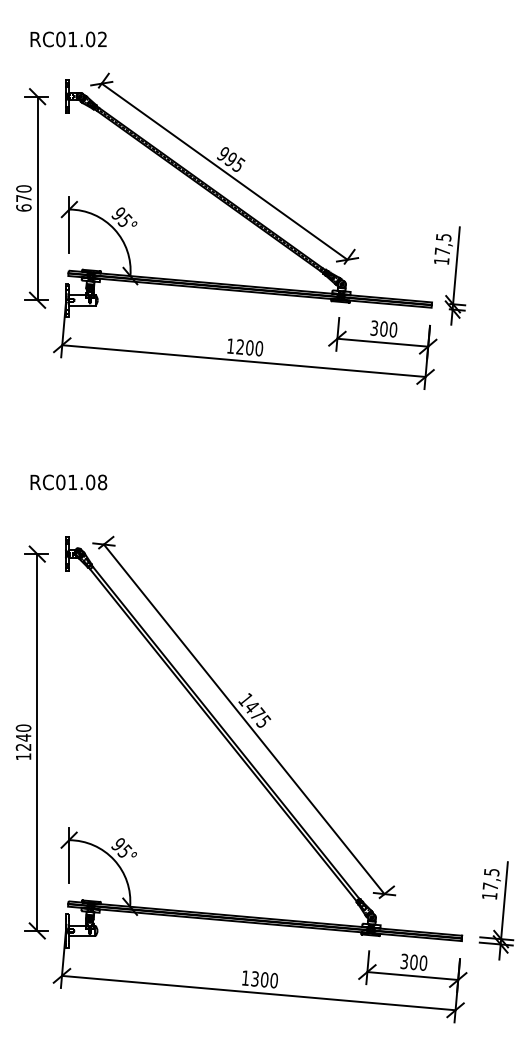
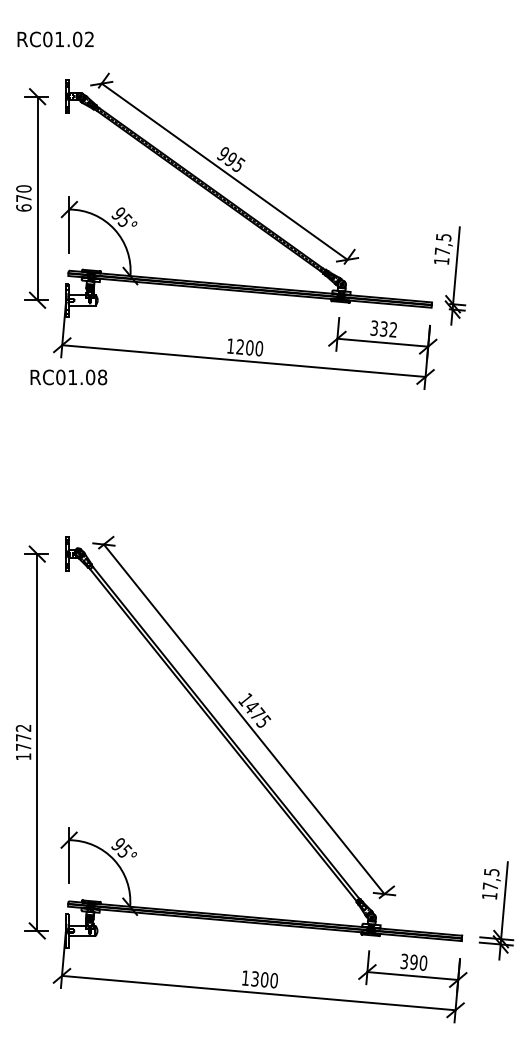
text at (68, 39) position: (68, 39) -> (55, 39)
text at (388, 329): 300 -> 332
text at (68, 482) position: (68, 482) -> (68, 377)
text at (23, 737): 1240 -> 1772
text at (413, 962): 300 -> 390
